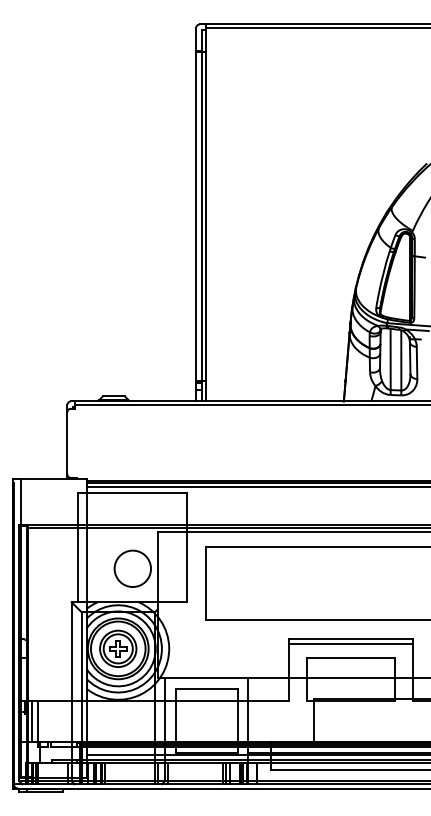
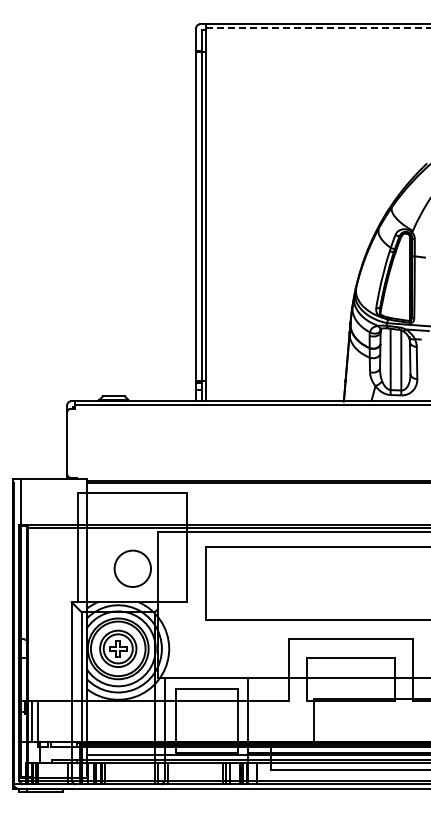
line at (317, 28): solid -> dashed
line at (256, 486): present -> none
line at (351, 643): present -> none
